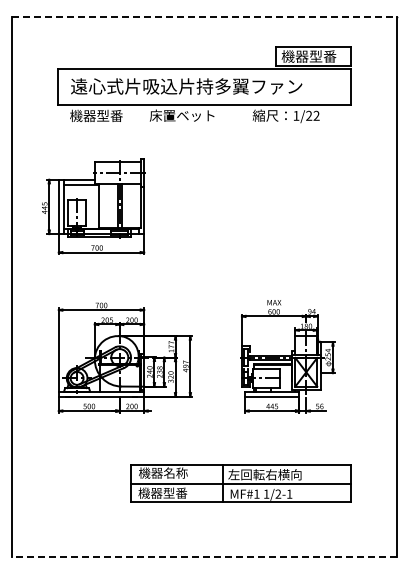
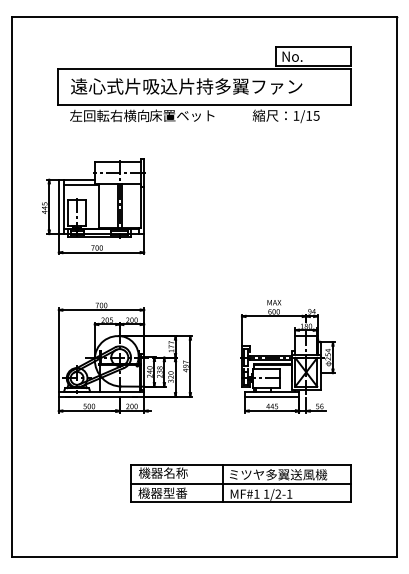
line at (204, 17): dashed -> solid
text at (308, 56): 機器型番 -> No.
text at (109, 115): 機器型番 -> 左回転右横向
text at (312, 115): 1/22 -> 1/15
text at (277, 474): 左回転右横向 -> ミツヤ多翼送風機
line at (204, 556): dashed -> solid
